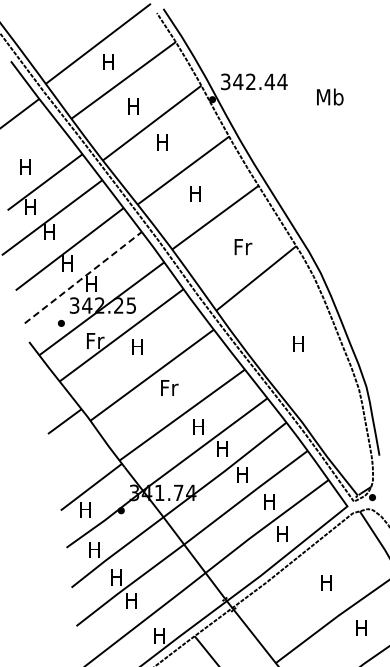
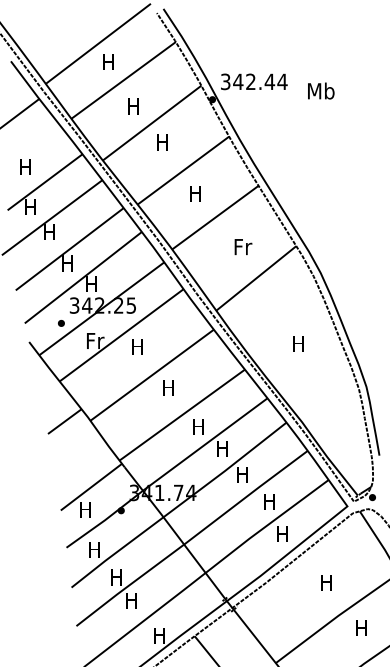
text at (330, 96) position: (330, 96) -> (321, 90)
line at (83, 277): dashed -> solid
text at (169, 387): Fr -> H
